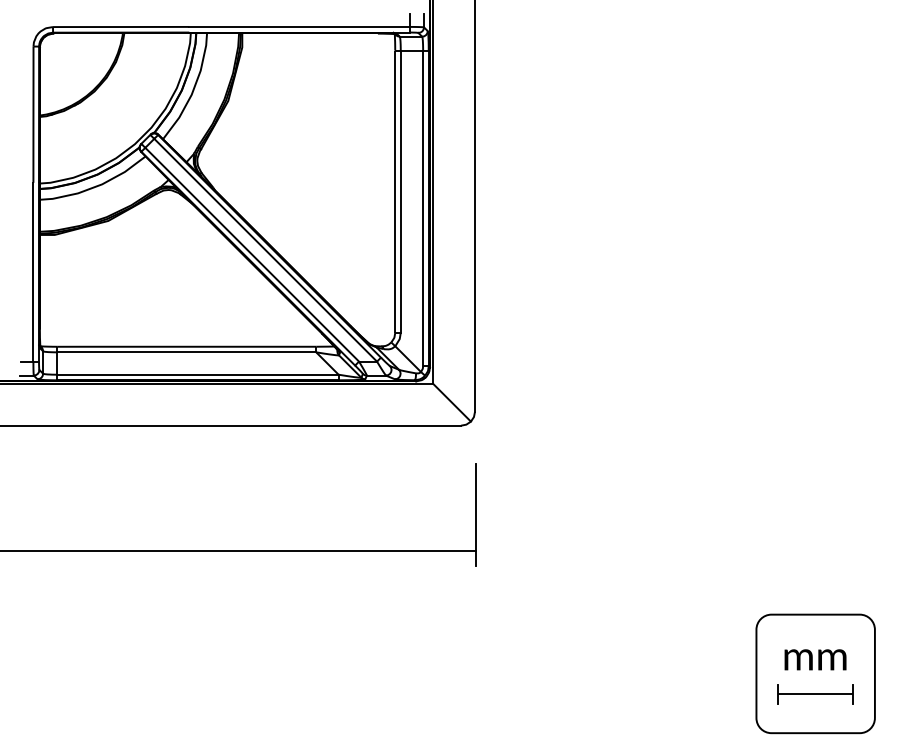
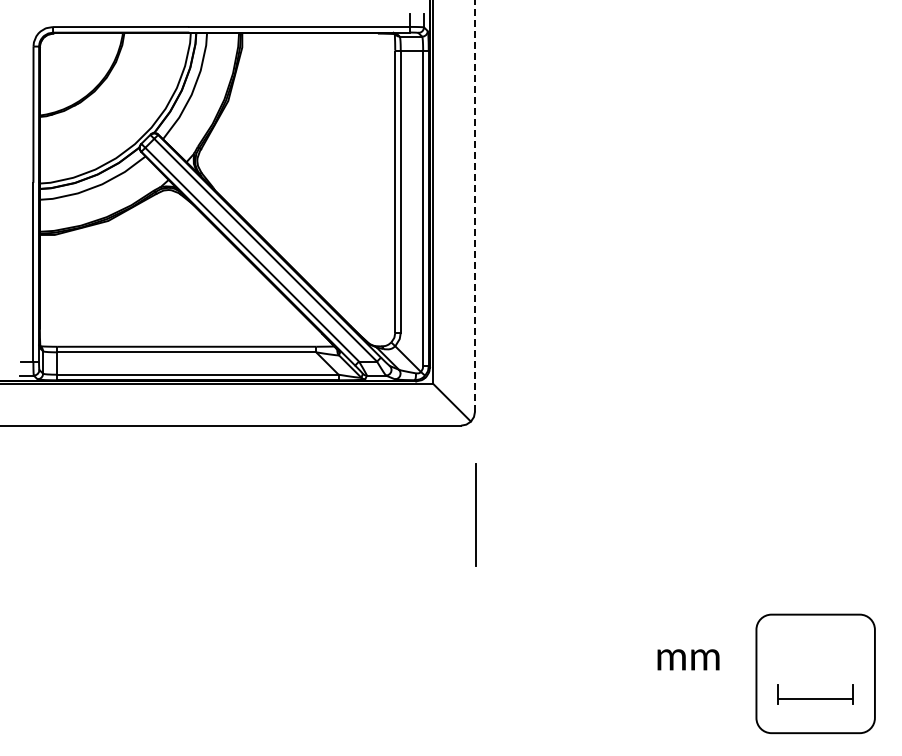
line at (475, 205): solid -> dashed
line at (238, 550): present -> none
text at (815, 659) position: (815, 659) -> (688, 659)
line at (815, 694) position: (815, 694) -> (815, 699)
